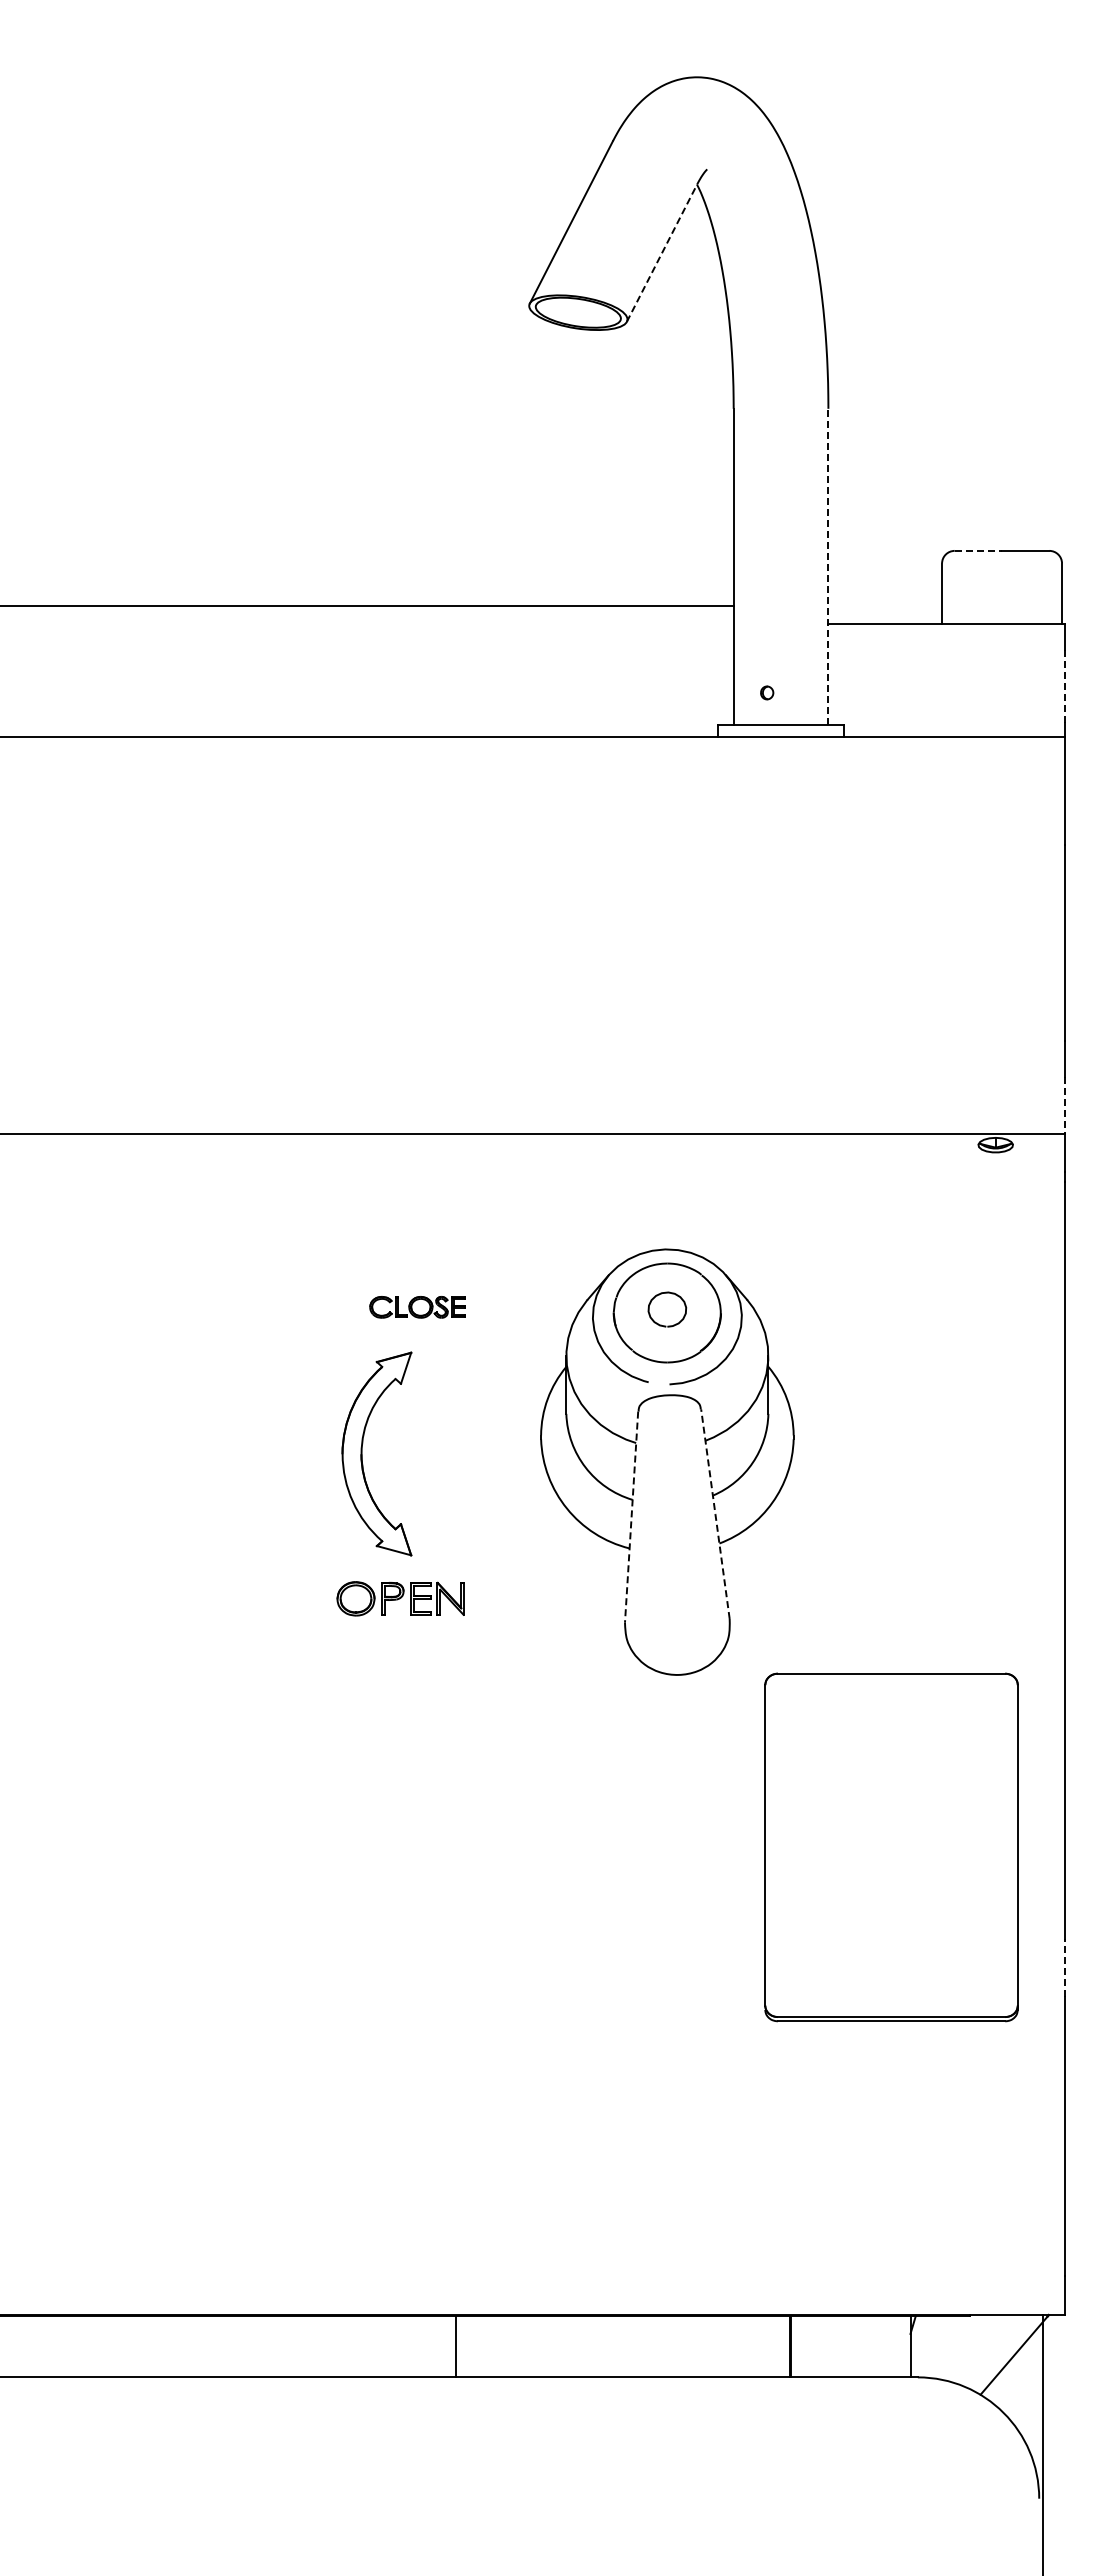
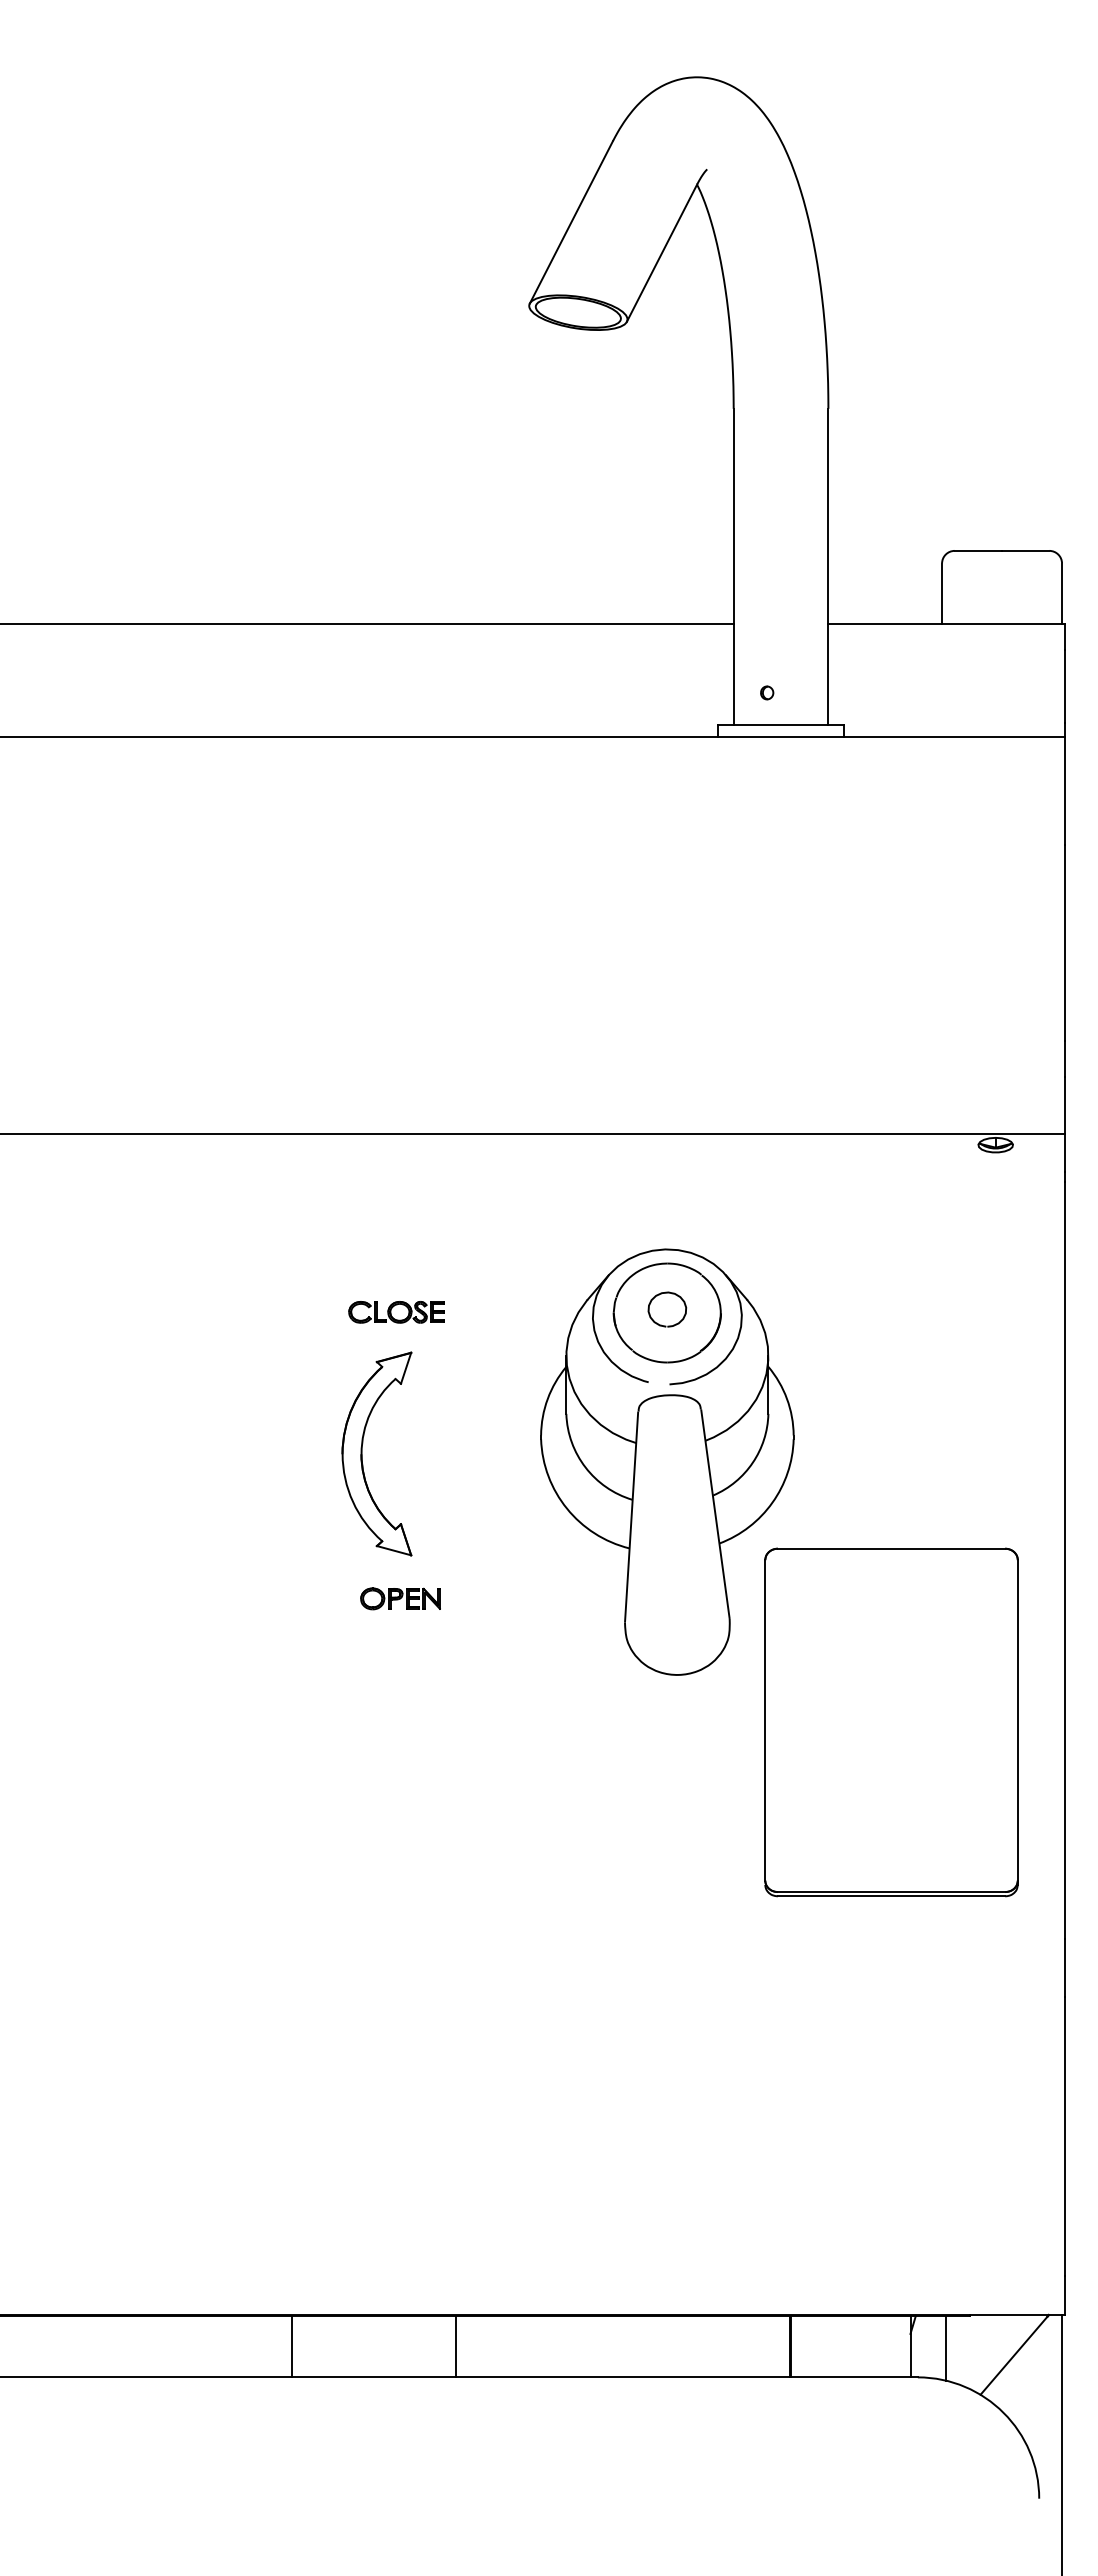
line at (662, 252): dashed -> solid
line at (978, 550): dashed -> solid
line at (828, 566): dashed -> solid
line at (367, 605) position: (367, 605) -> (367, 623)
line at (1065, 687): dashed -> solid
line at (1065, 1105): dashed -> solid
part at (417, 1307) position: (417, 1307) -> (396, 1312)
line at (715, 1514): dashed -> solid
line at (631, 1517): dashed -> solid
part at (400, 1598) size: 129x36 px -> 81x24 px
part at (891, 1847) position: (891, 1847) -> (891, 1722)
line at (1065, 1968): dashed -> solid
line at (291, 2346): none -> present
line at (946, 2347): none -> present
line at (1043, 2443) position: (1043, 2443) -> (1062, 2443)
